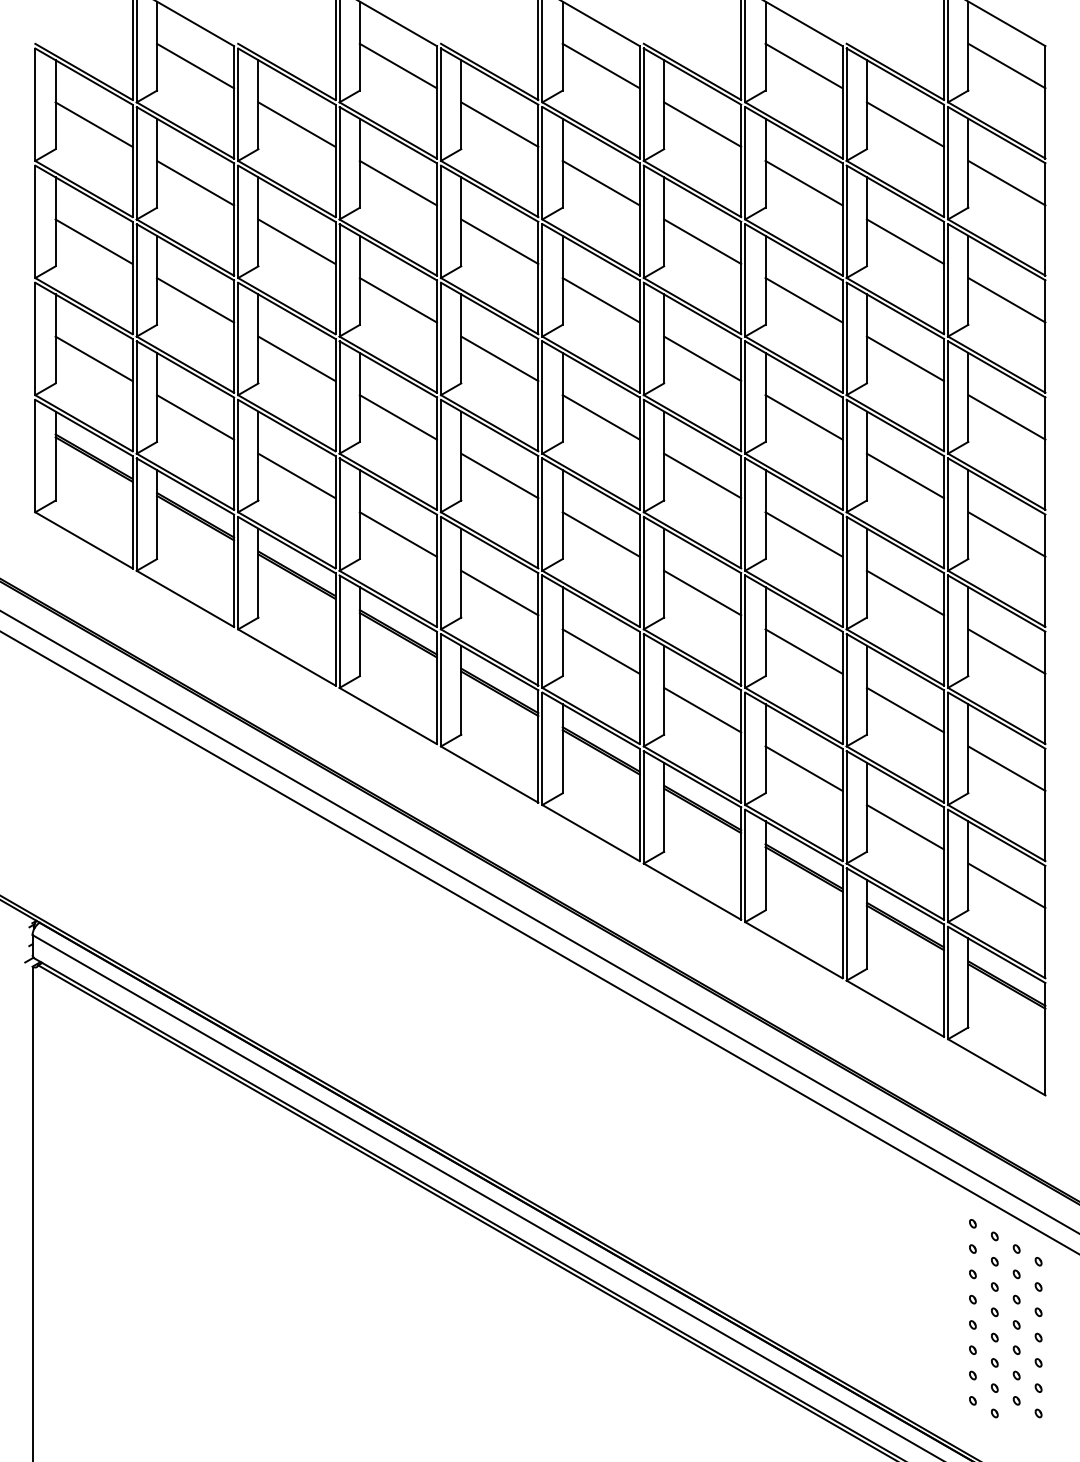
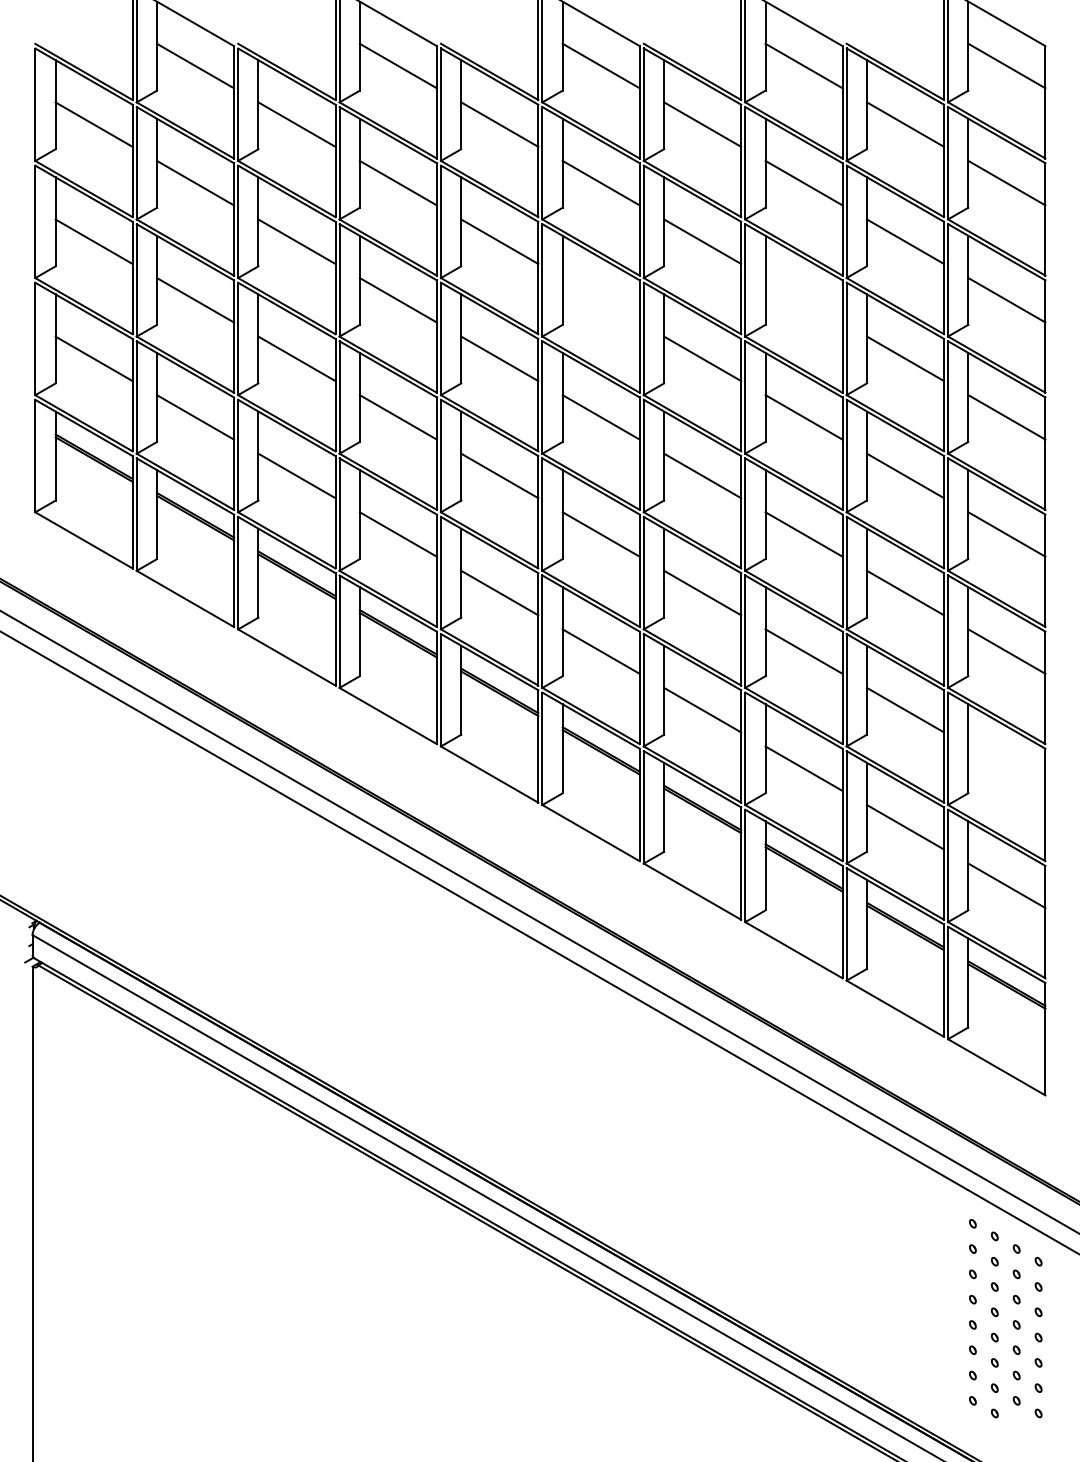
line at (600, 300): present -> none
line at (803, 300): present -> none
line at (1006, 768): present -> none
